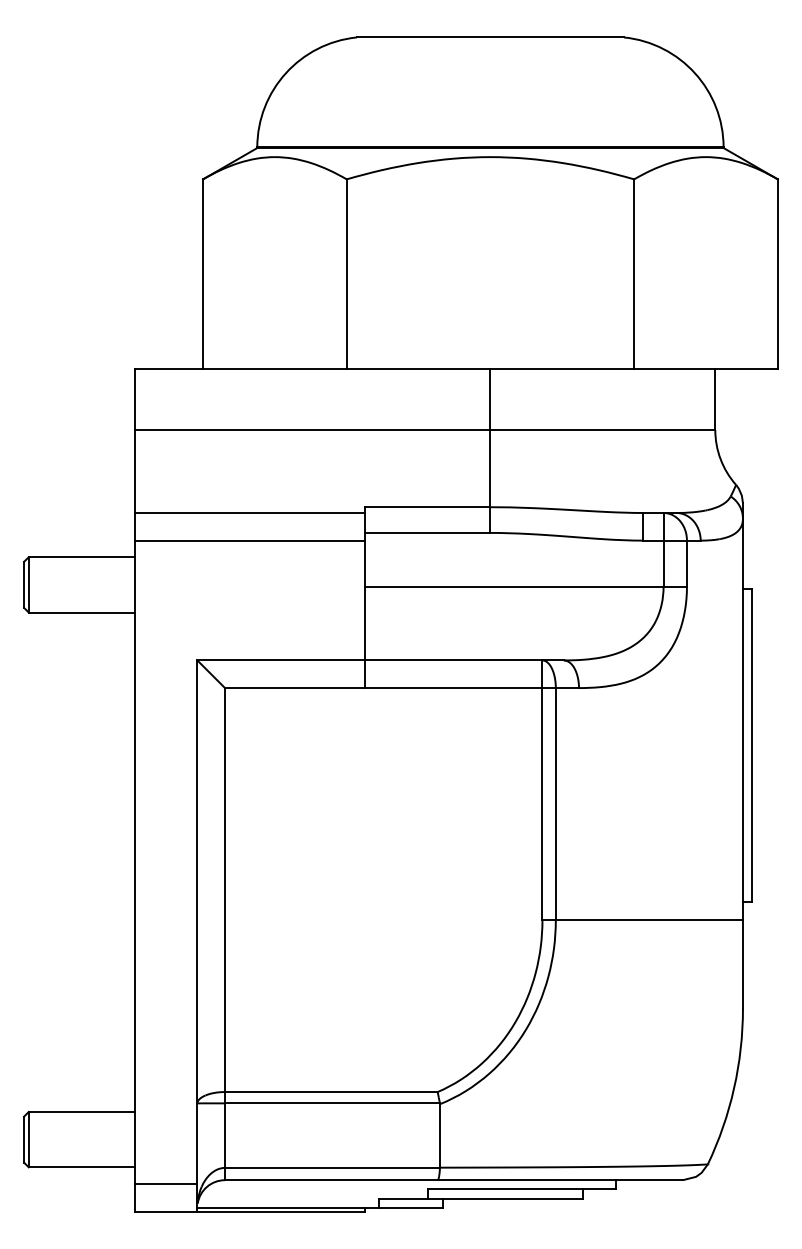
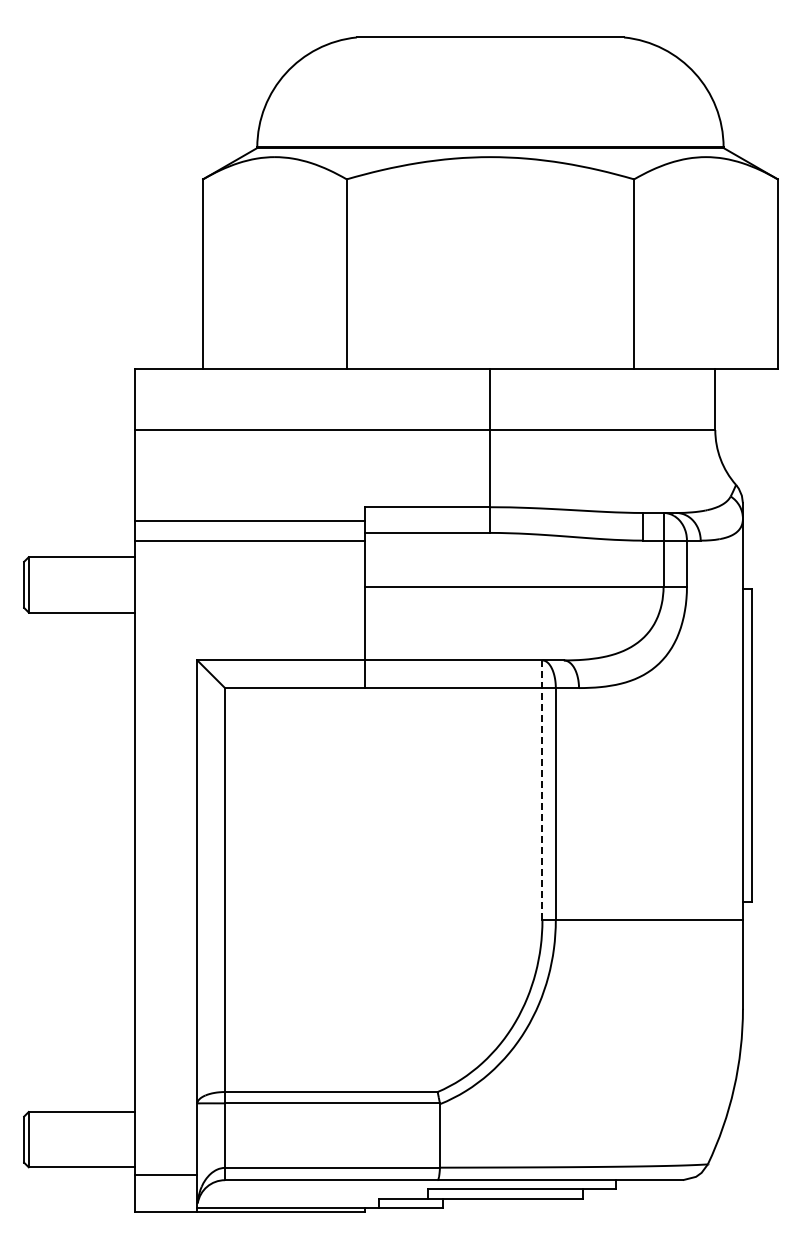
line at (249, 512) position: (249, 512) -> (249, 520)
line at (542, 790): solid -> dashed
line at (165, 1183) position: (165, 1183) -> (165, 1174)
